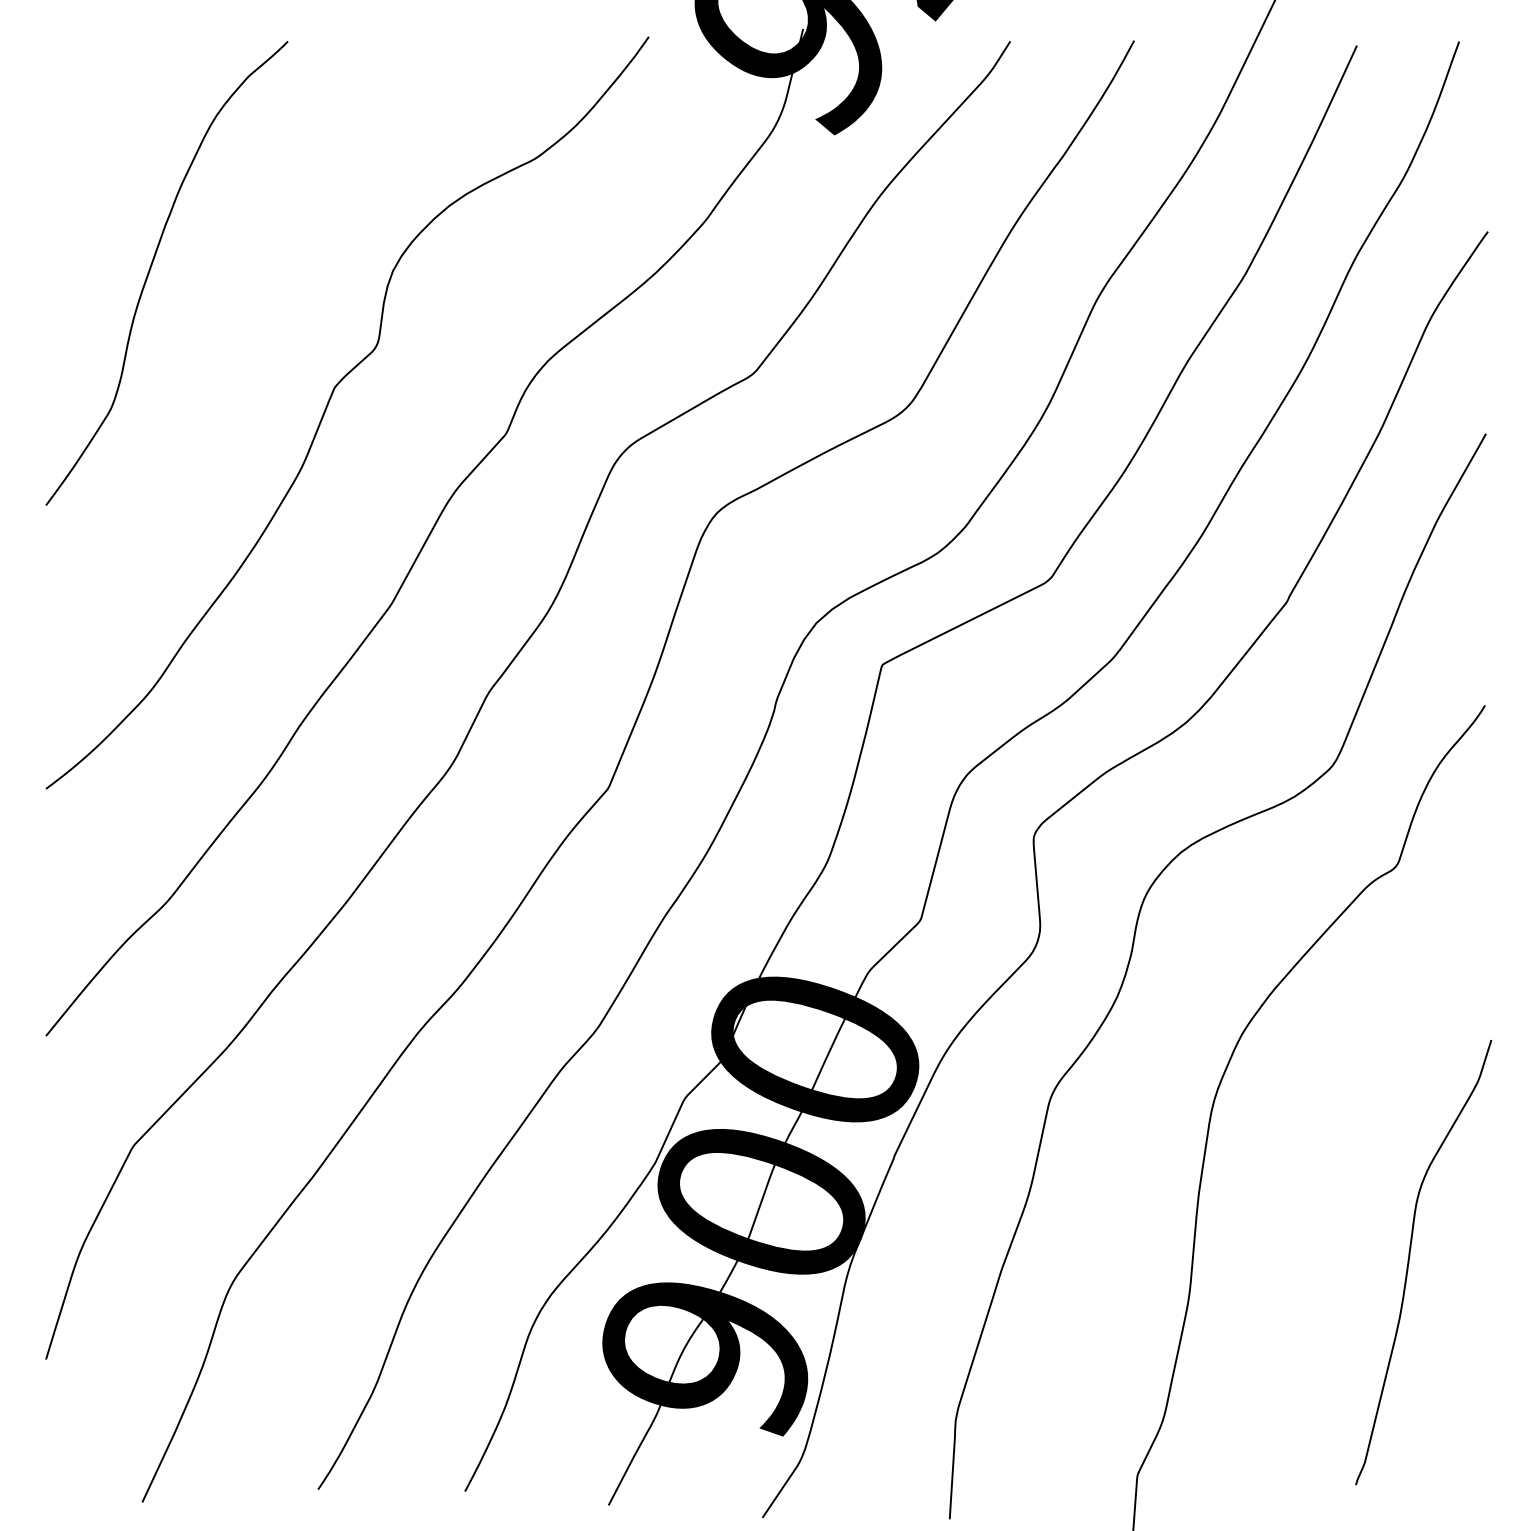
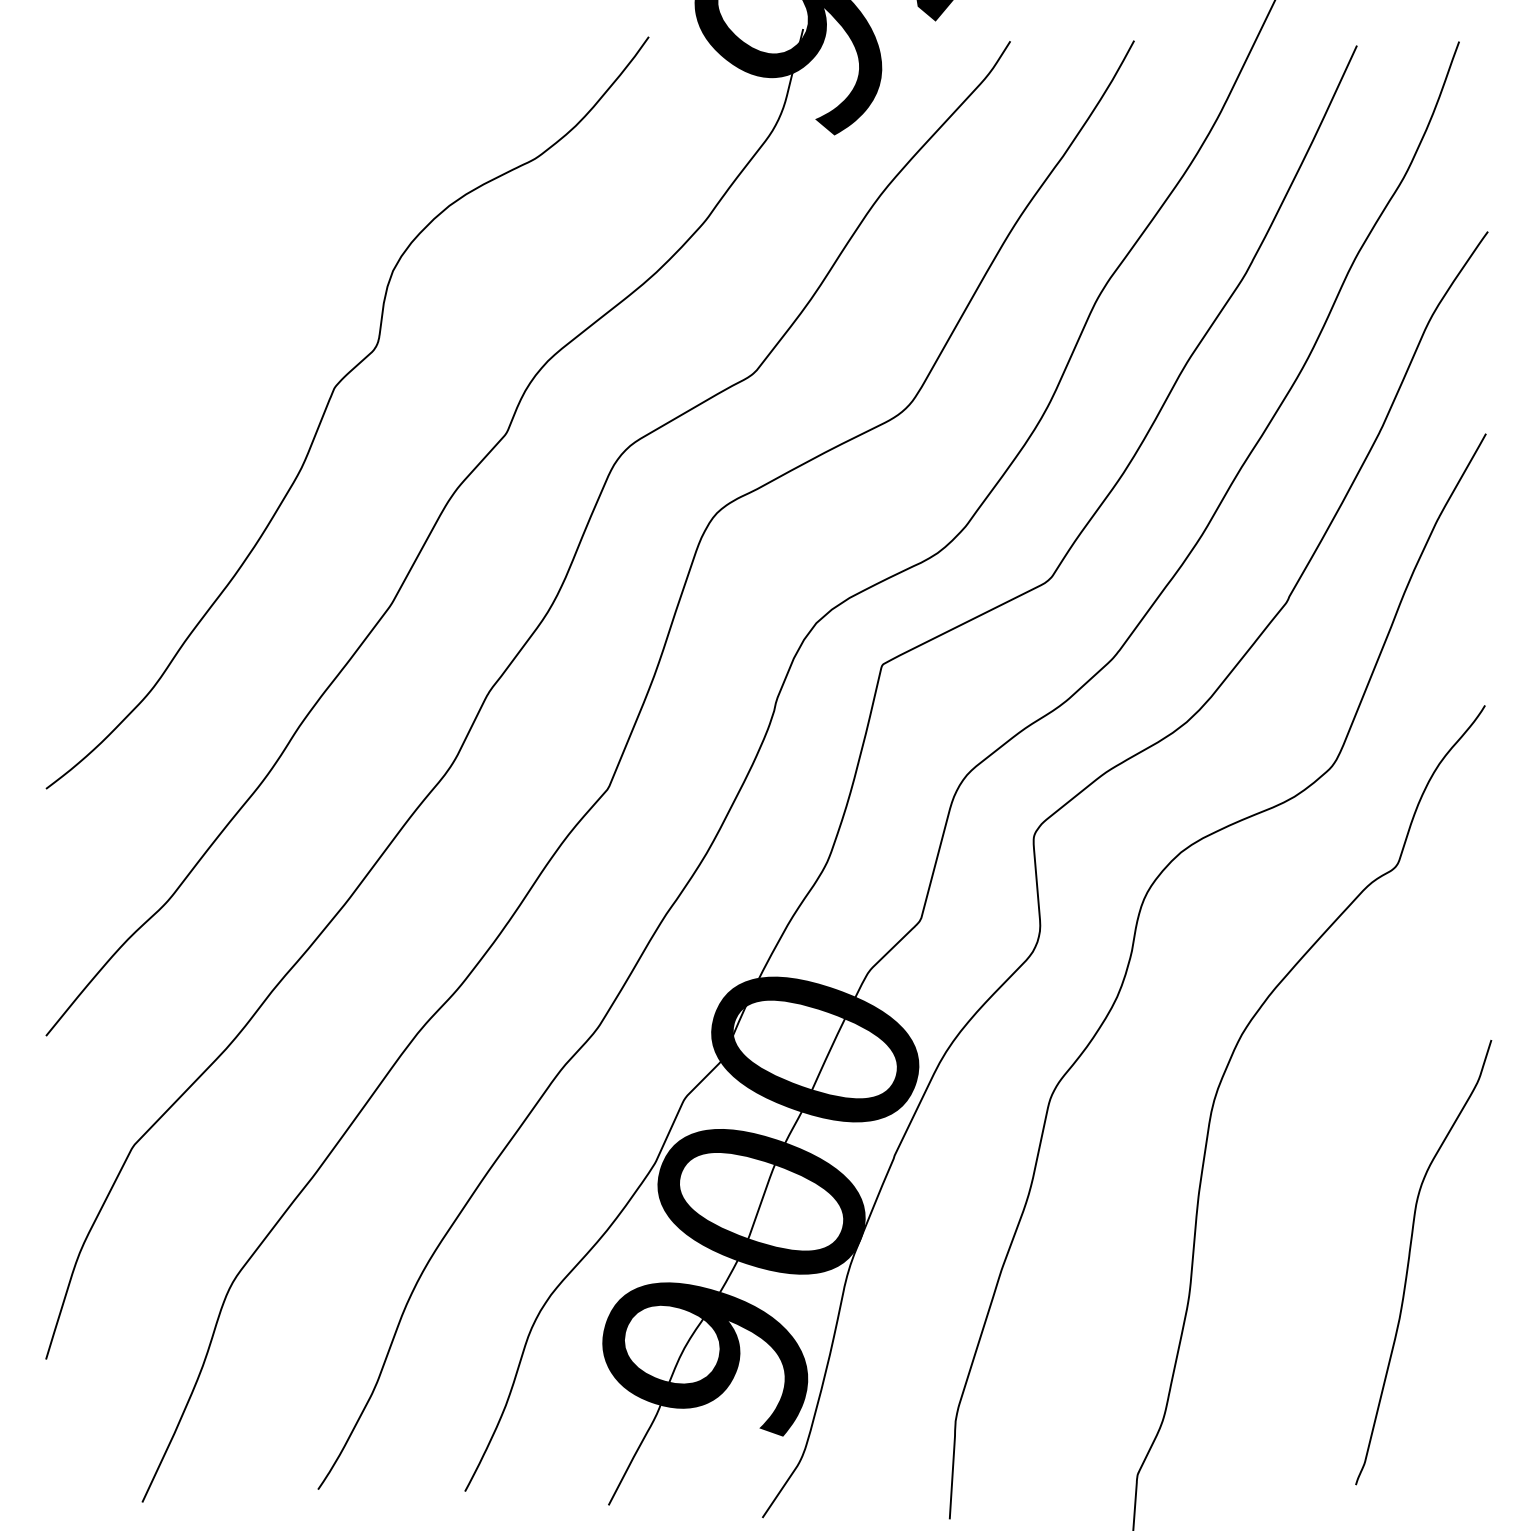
curve at (151, 268): present -> none
